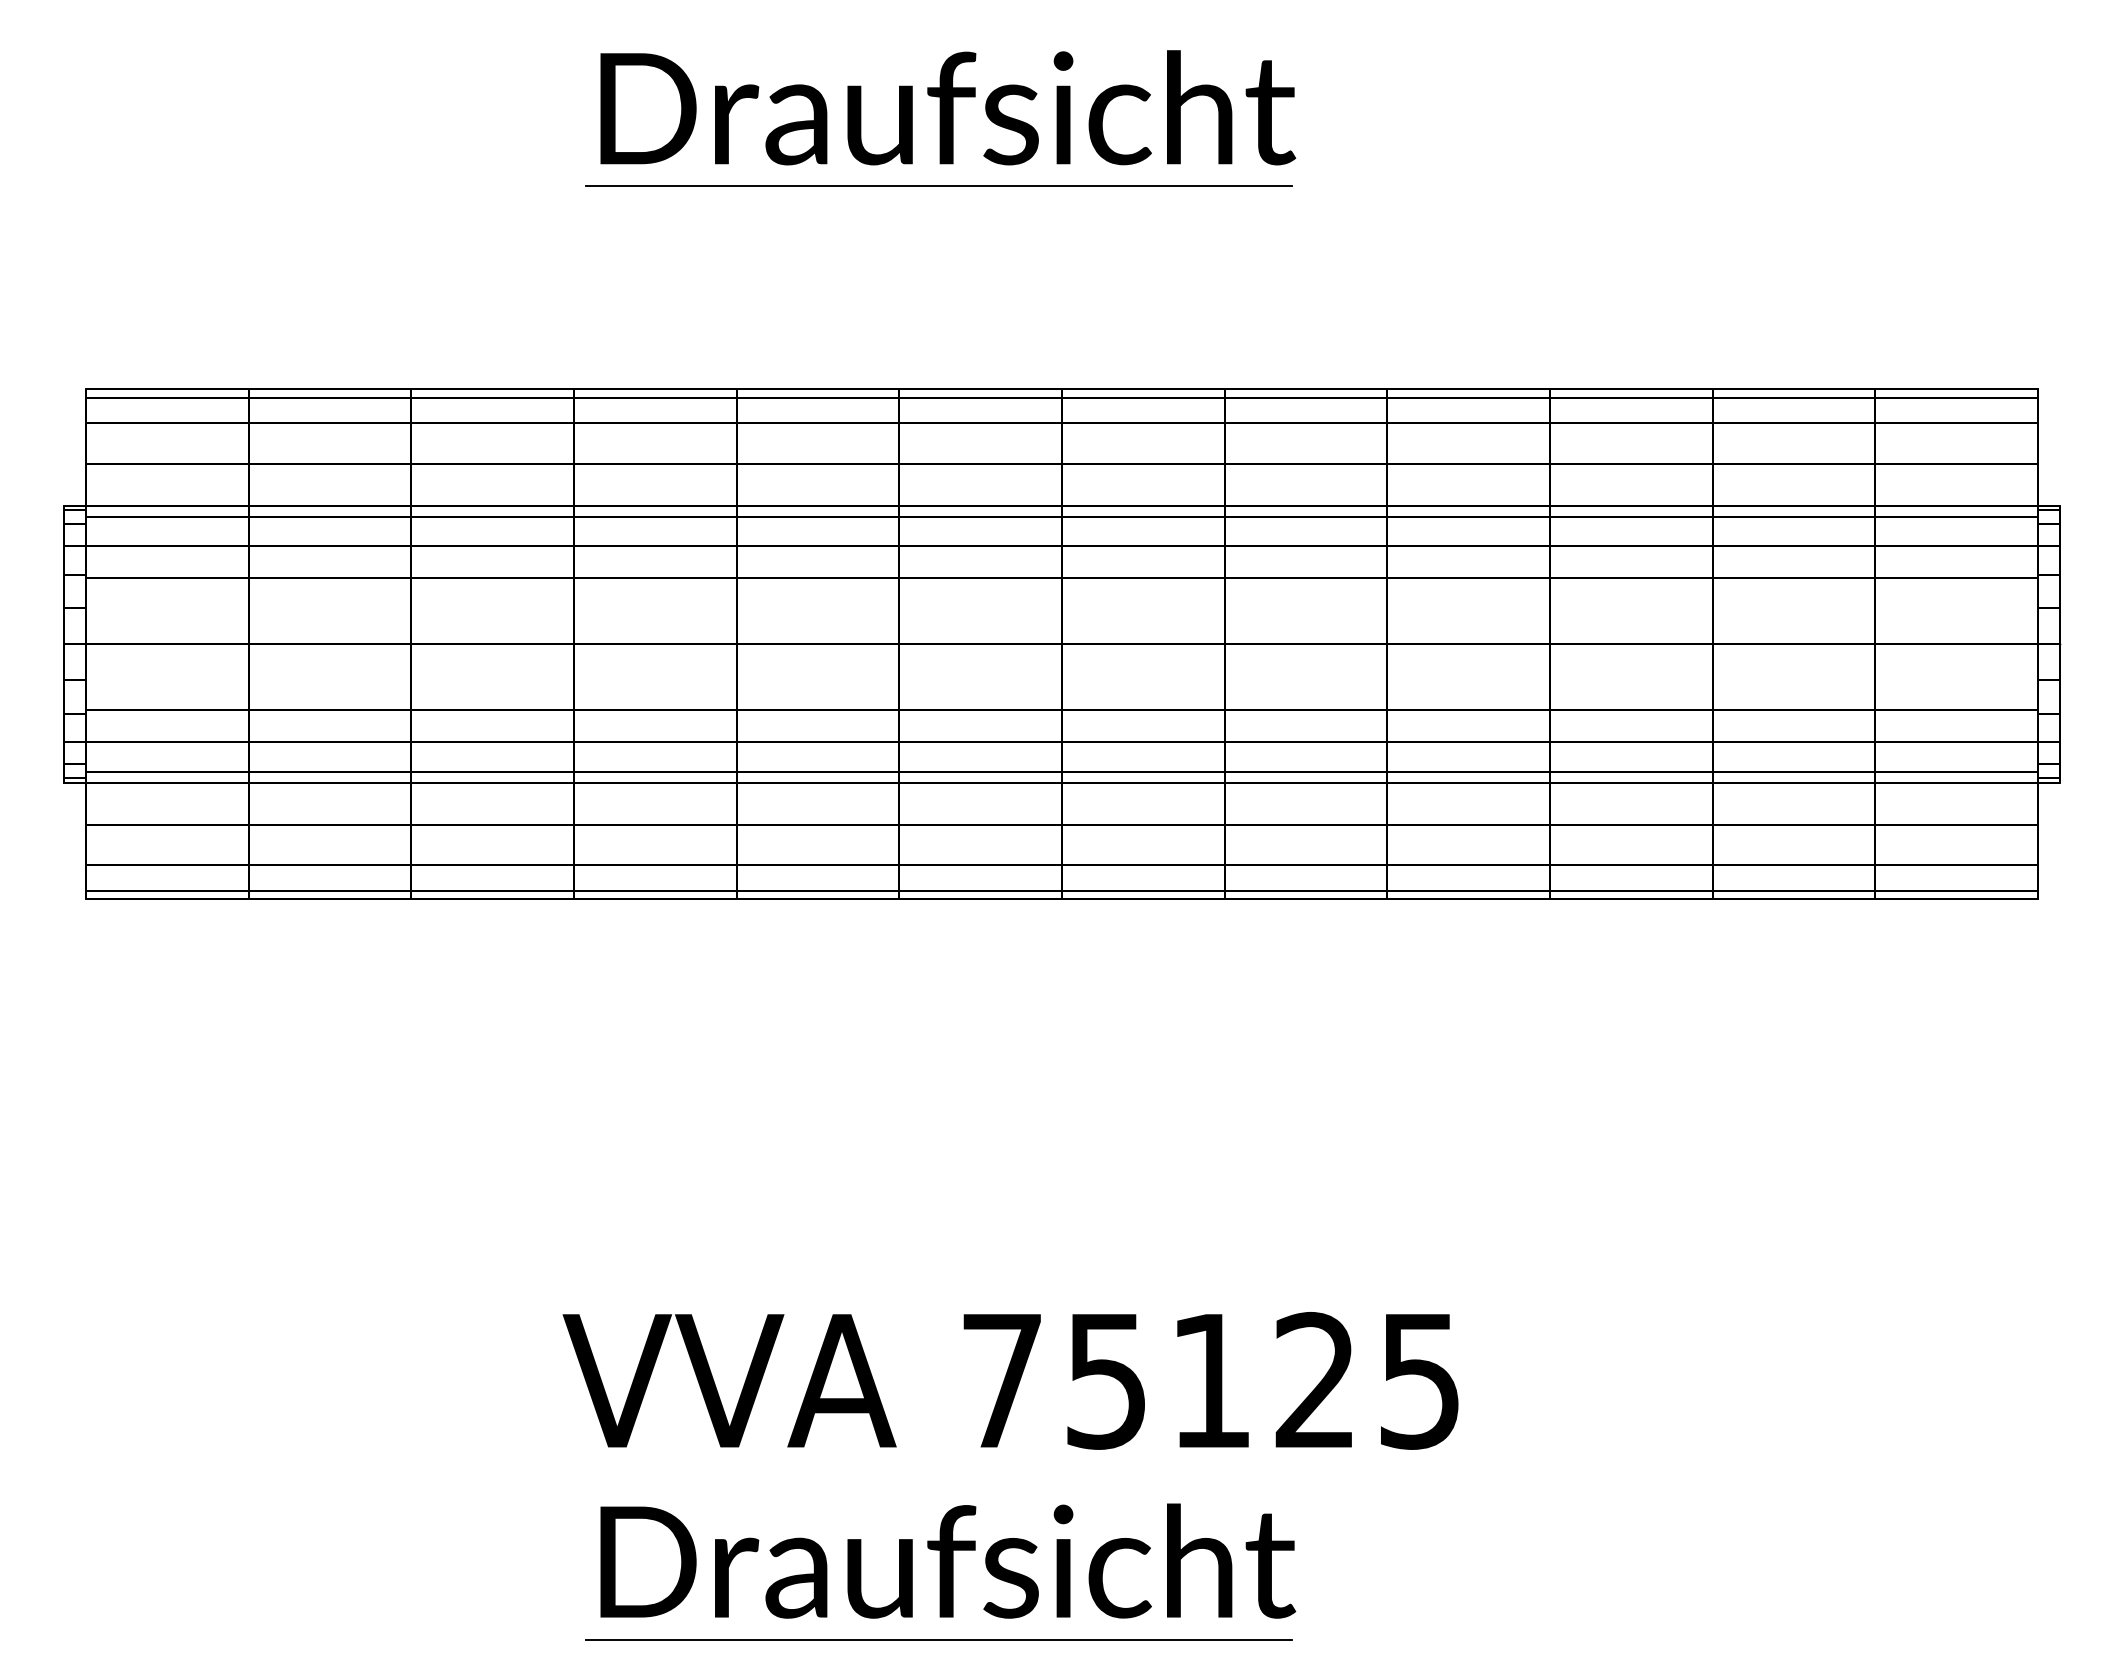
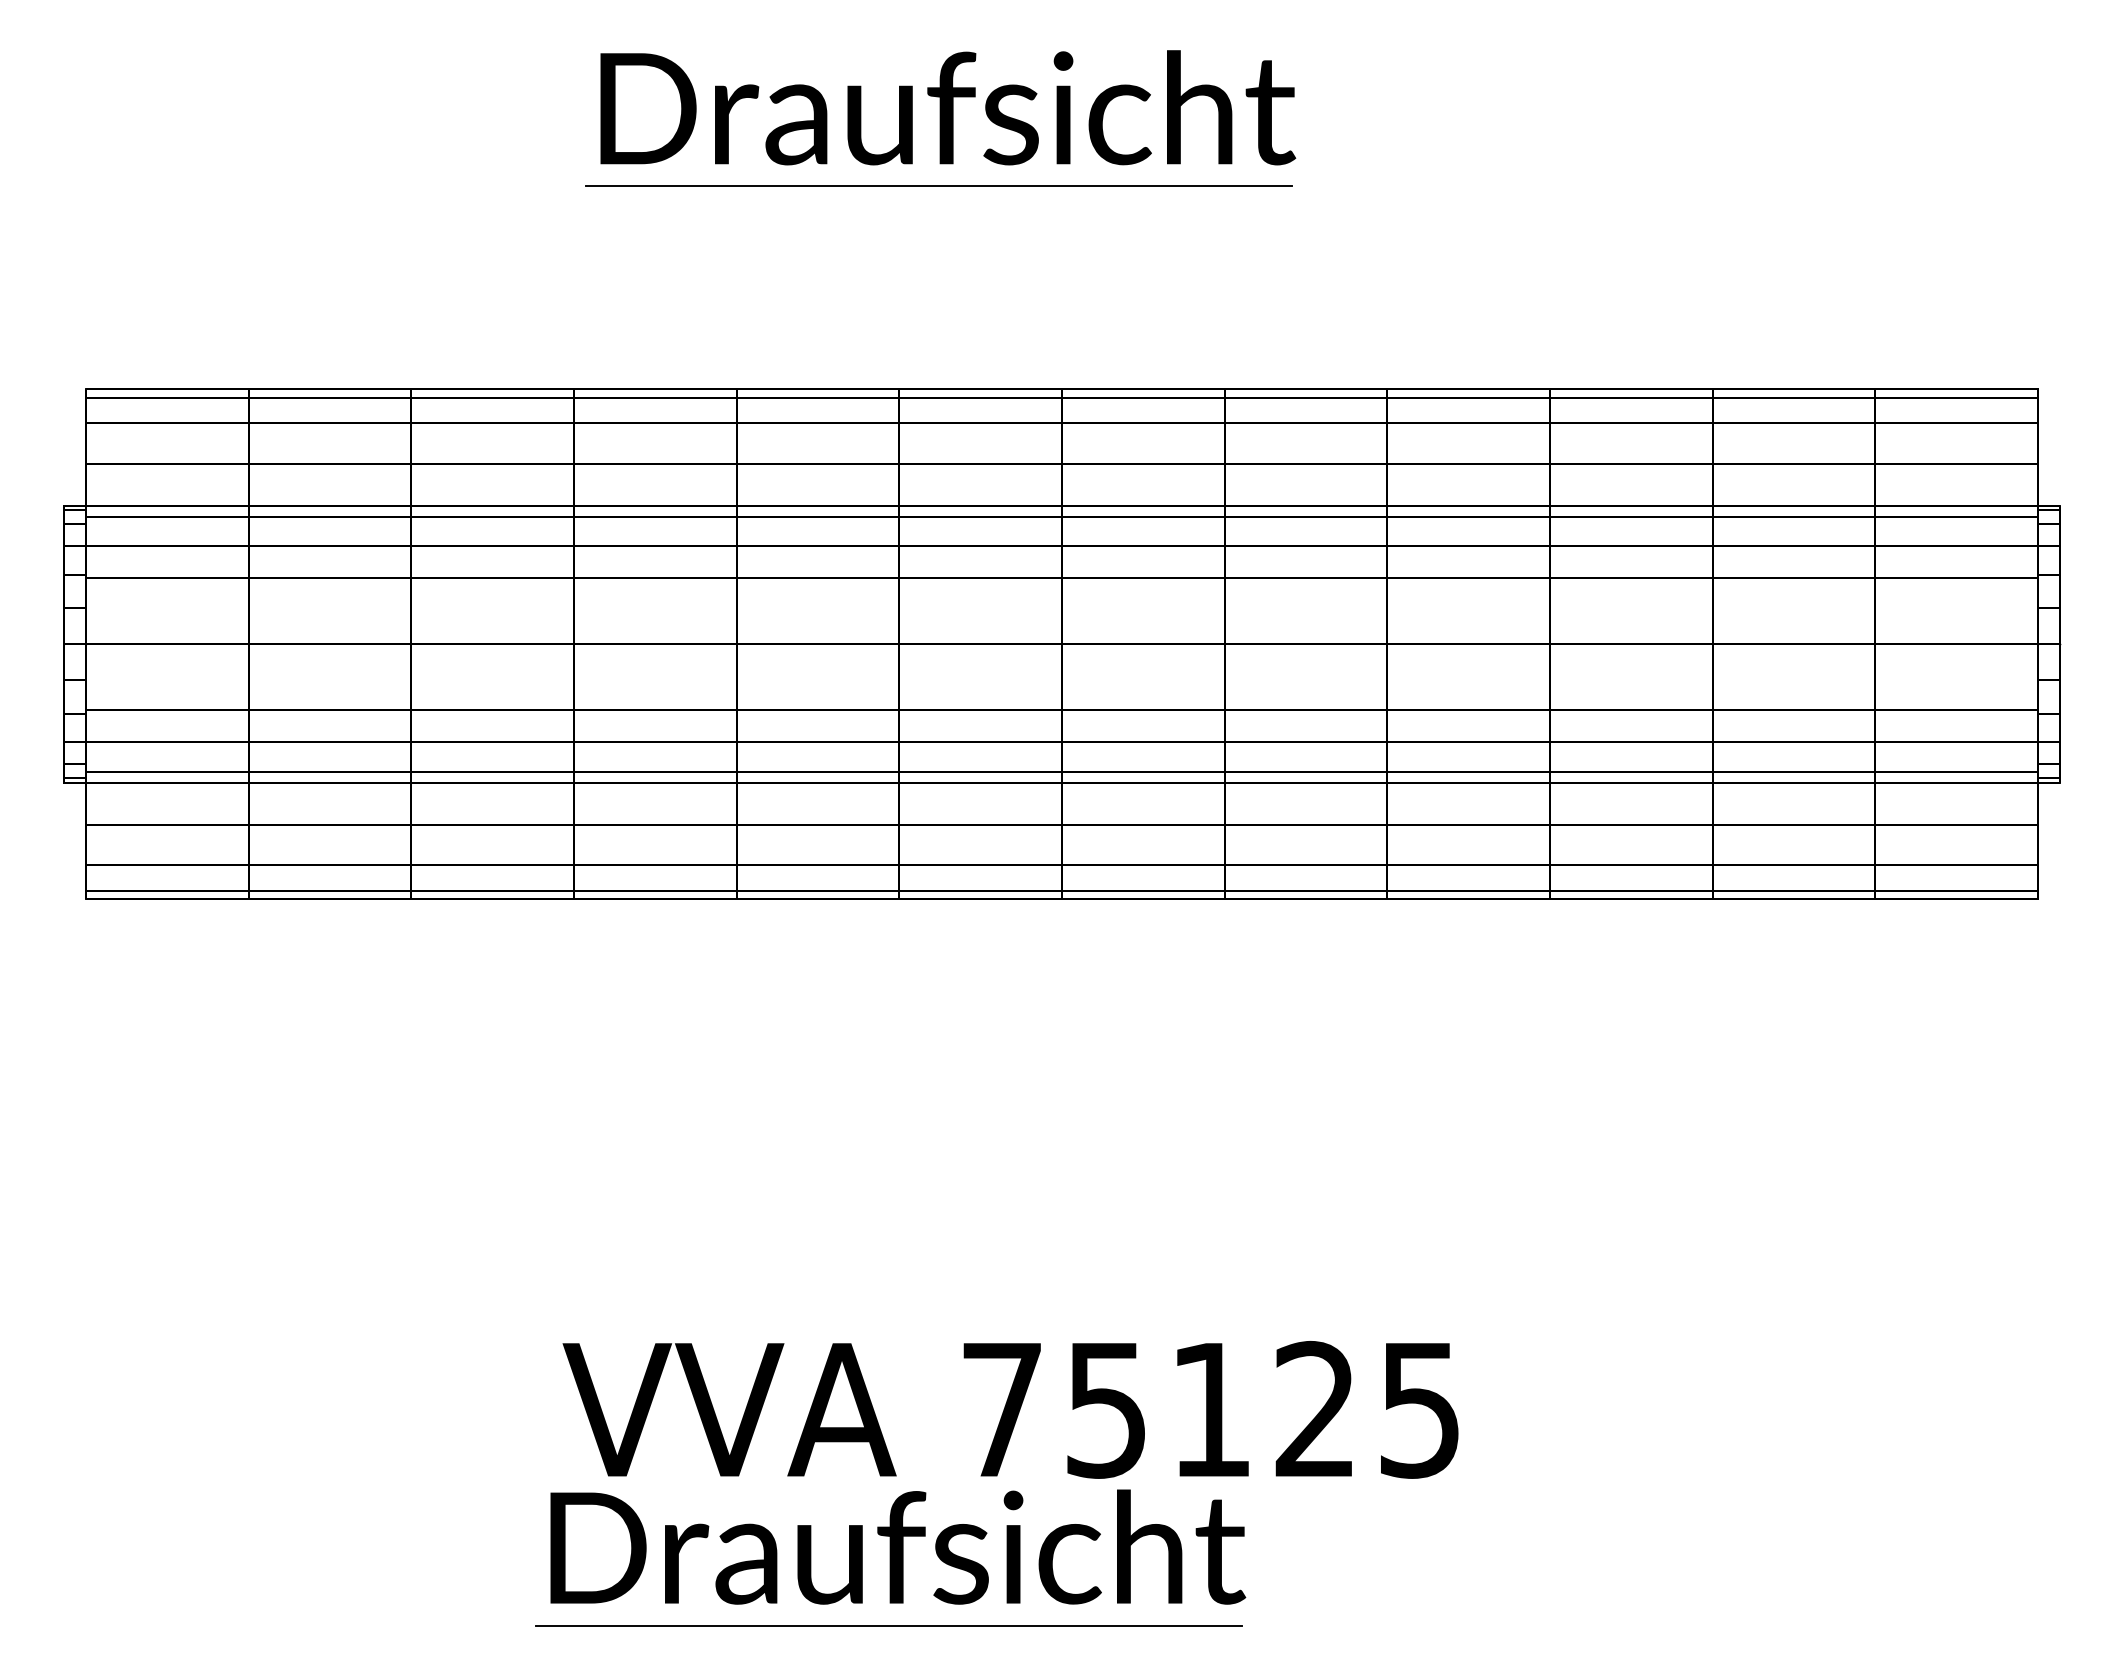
text at (1010, 1380) position: (1010, 1380) -> (1010, 1409)
part at (940, 1571) position: (940, 1571) -> (890, 1557)
